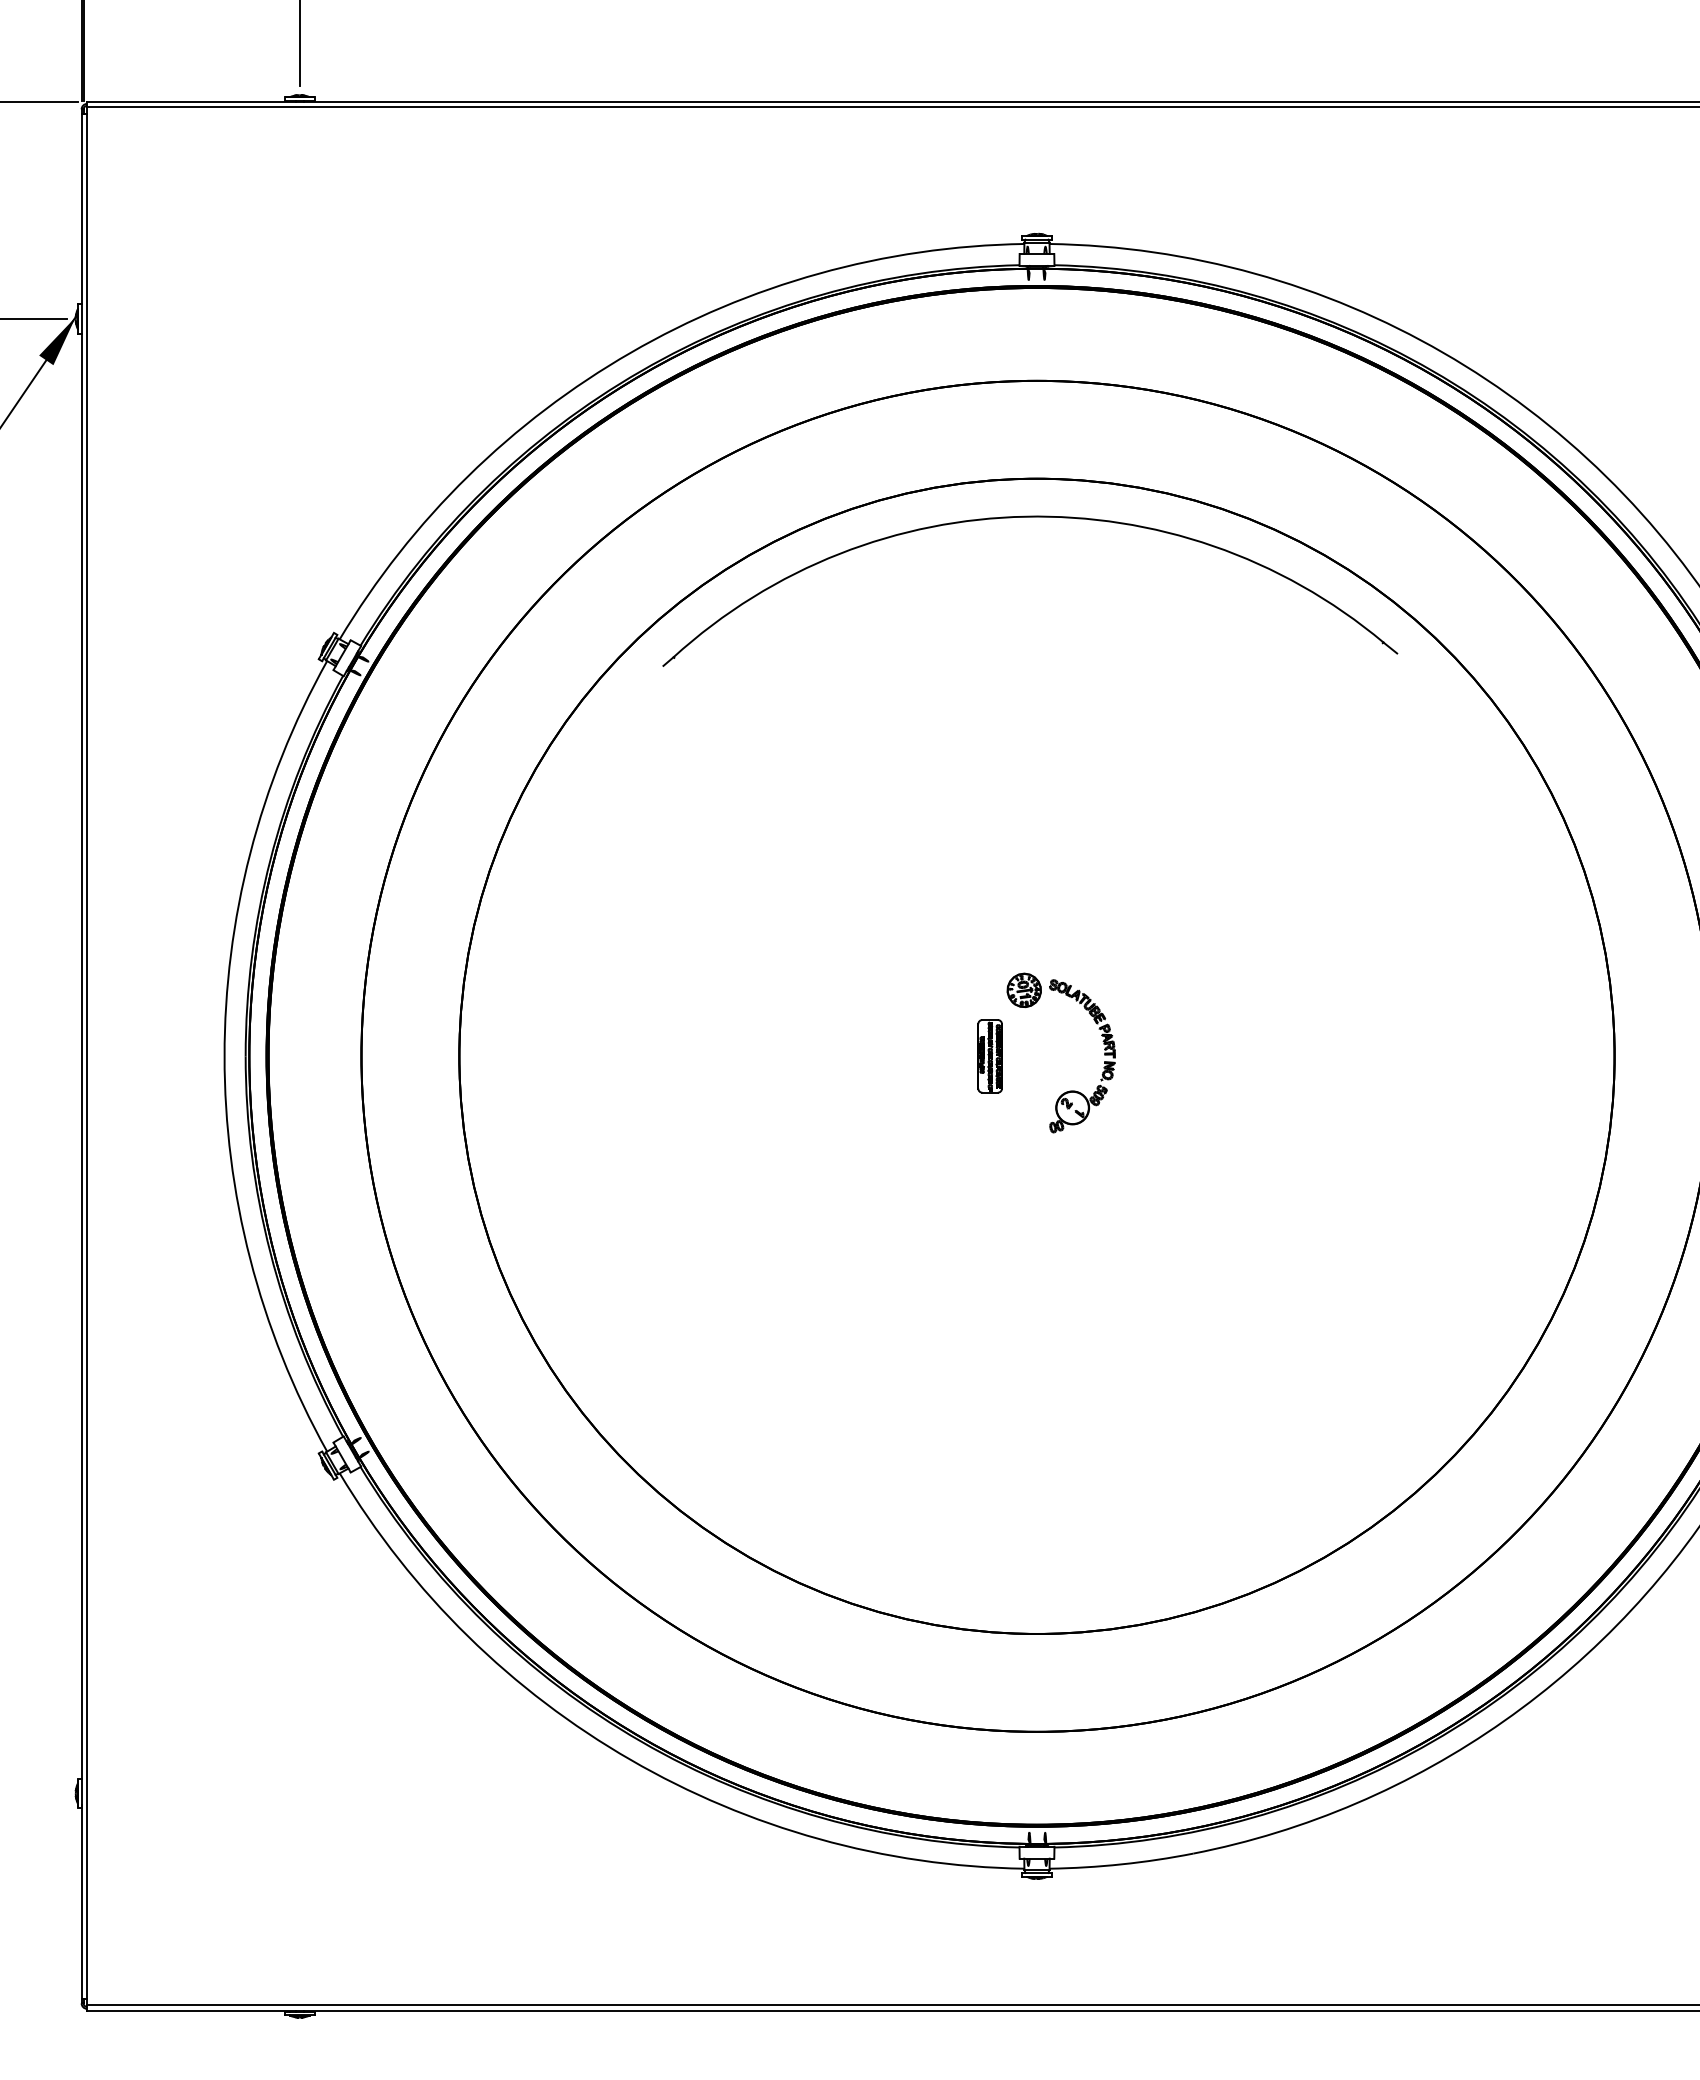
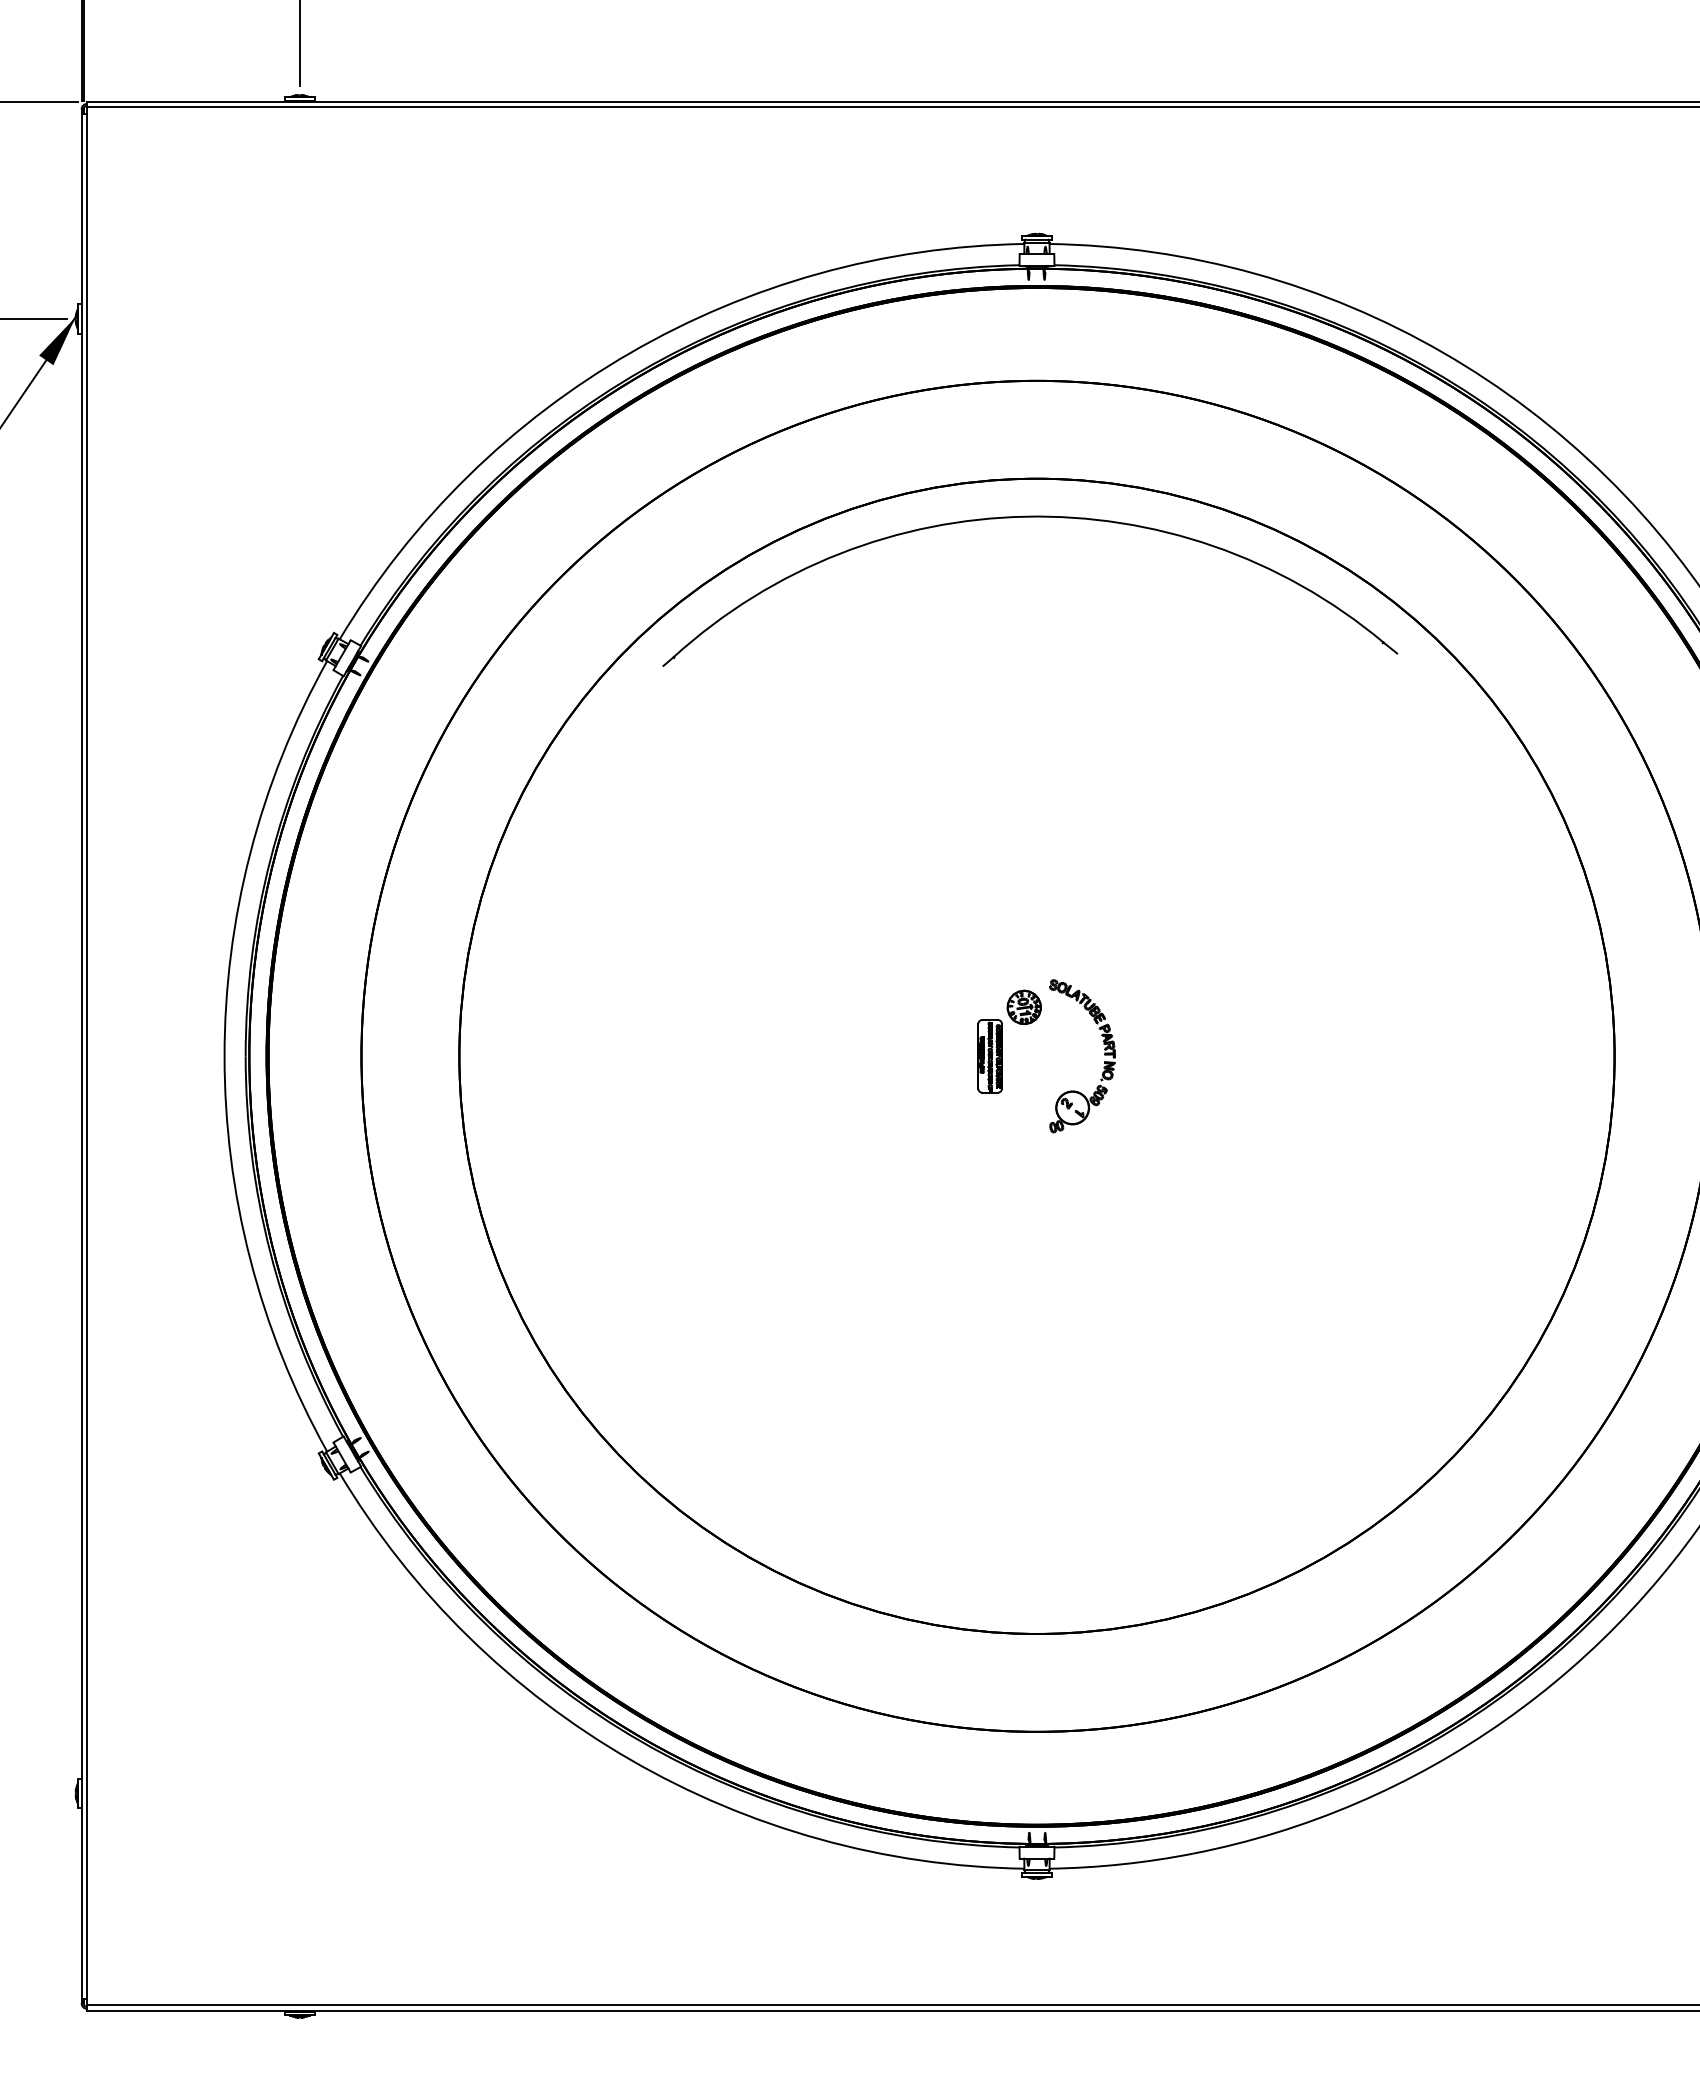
part at (1023, 990) position: (1023, 990) -> (1023, 1007)
